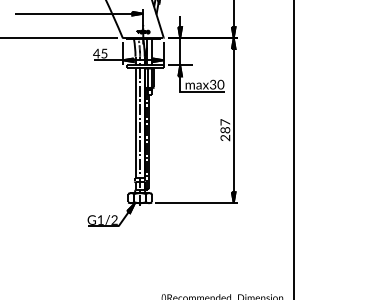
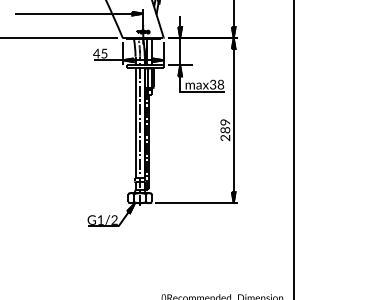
text at (220, 84): max30 -> max38
text at (224, 122): 287 -> 289
